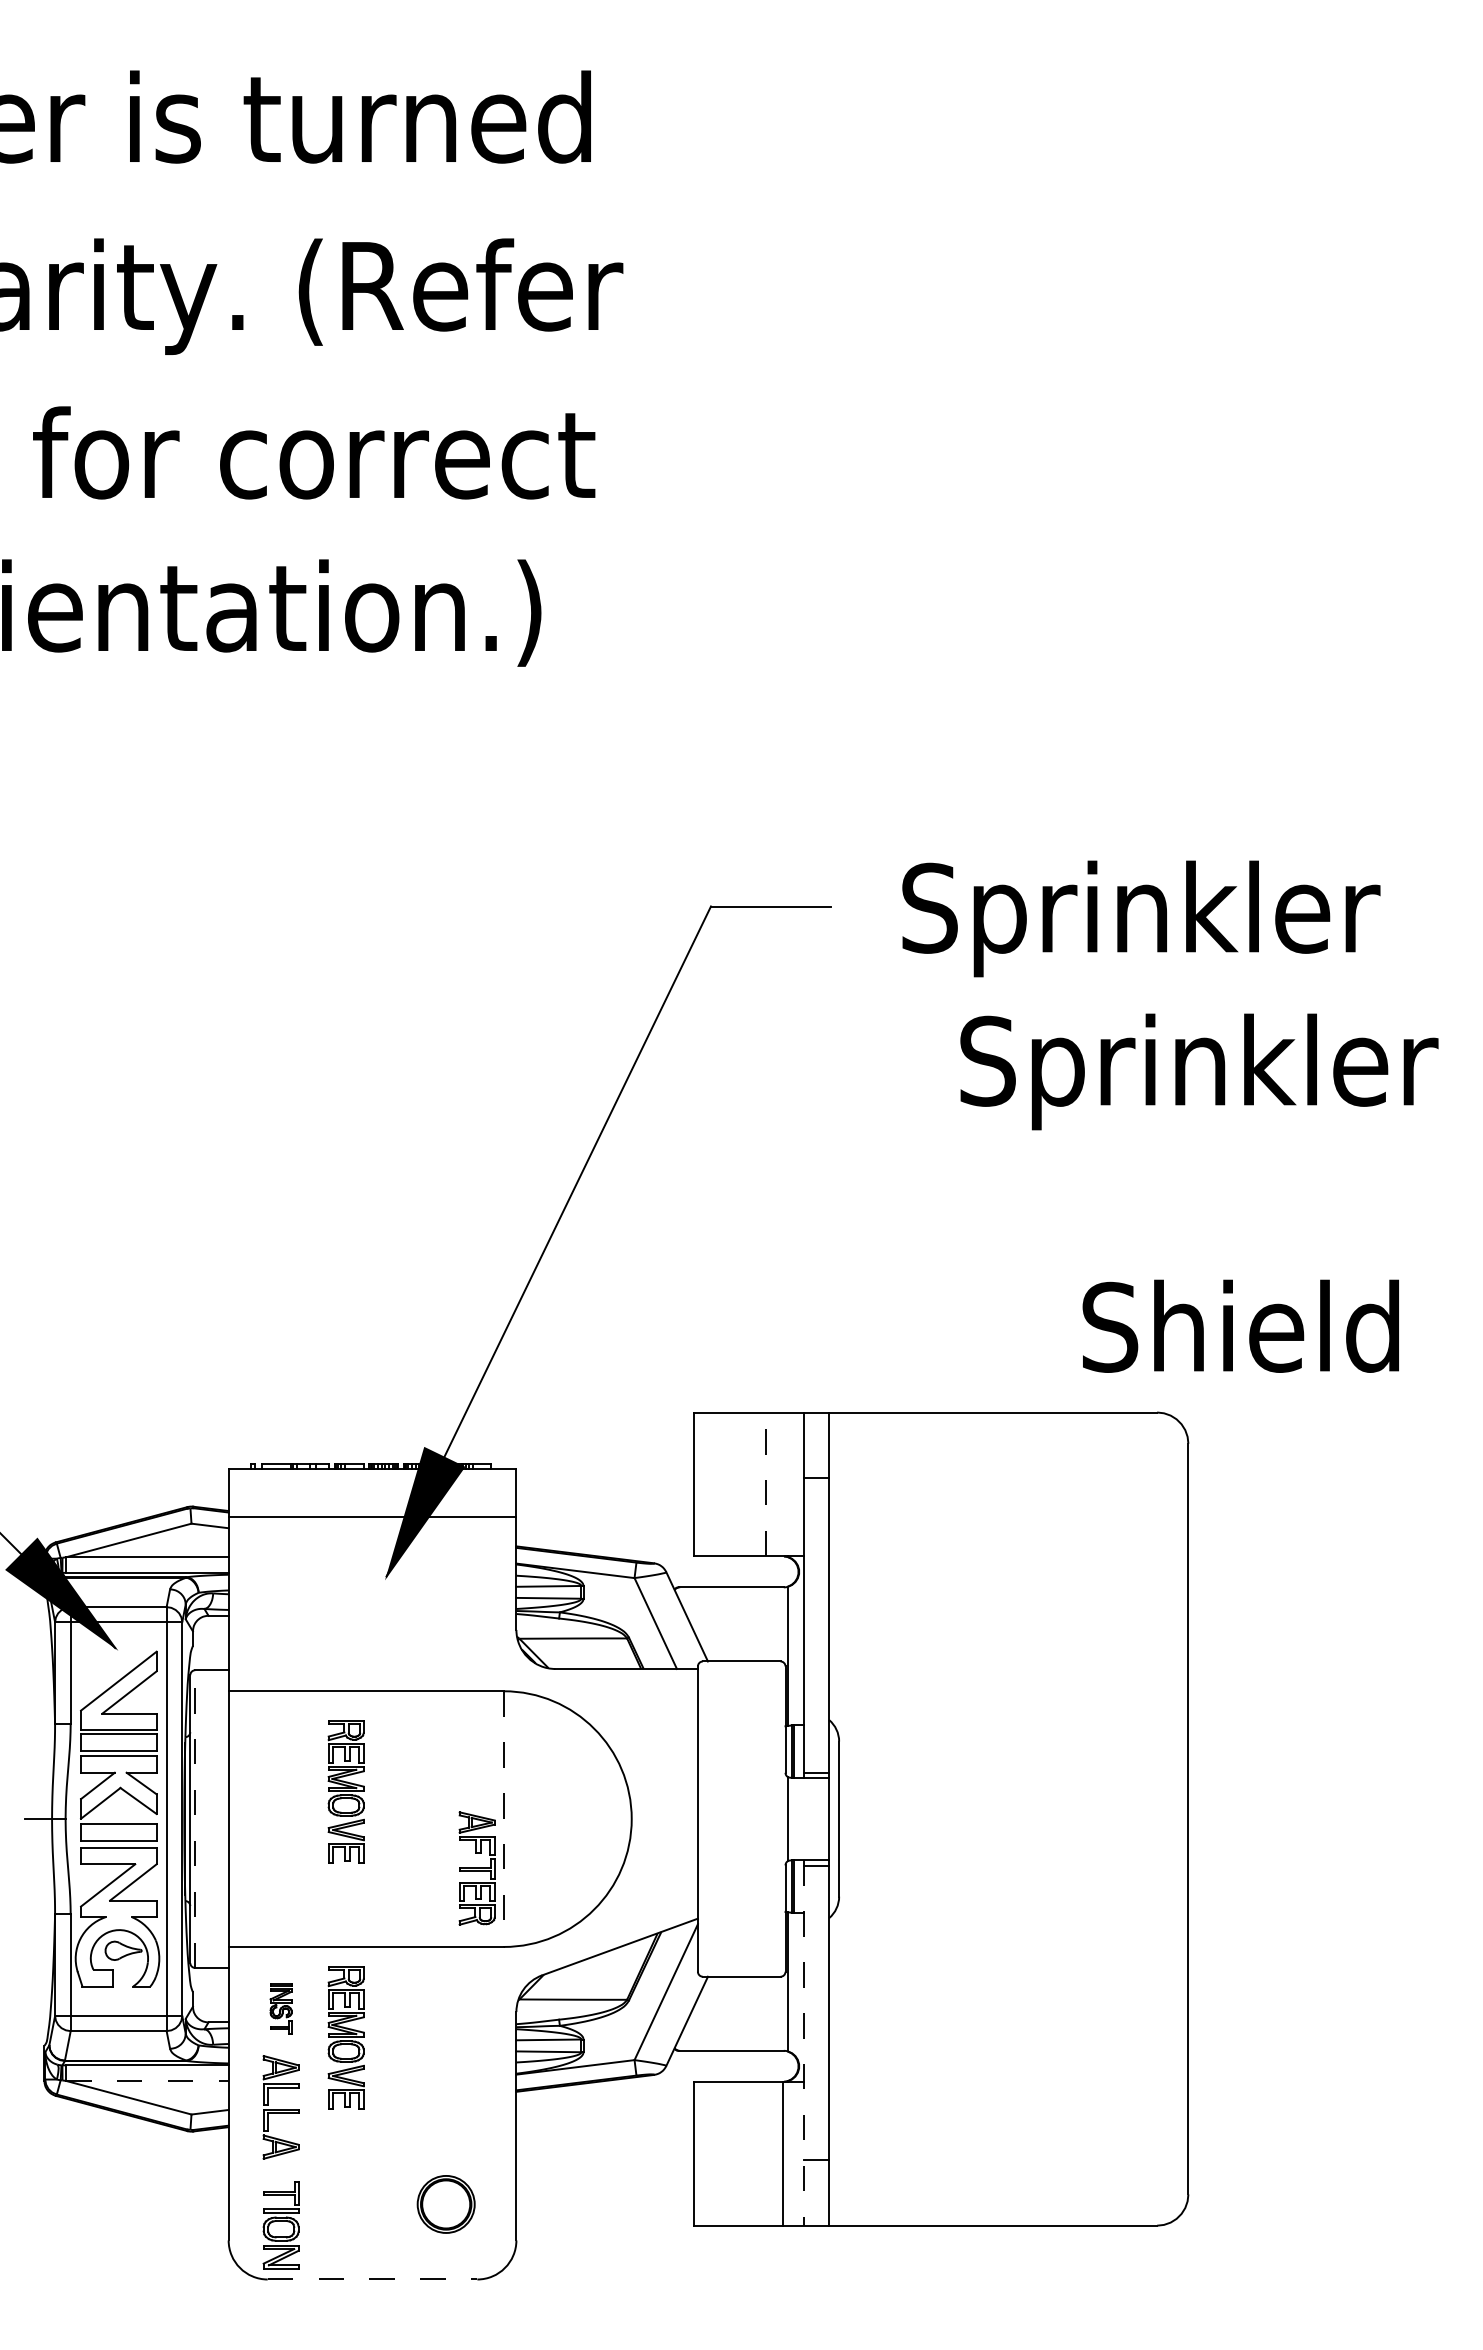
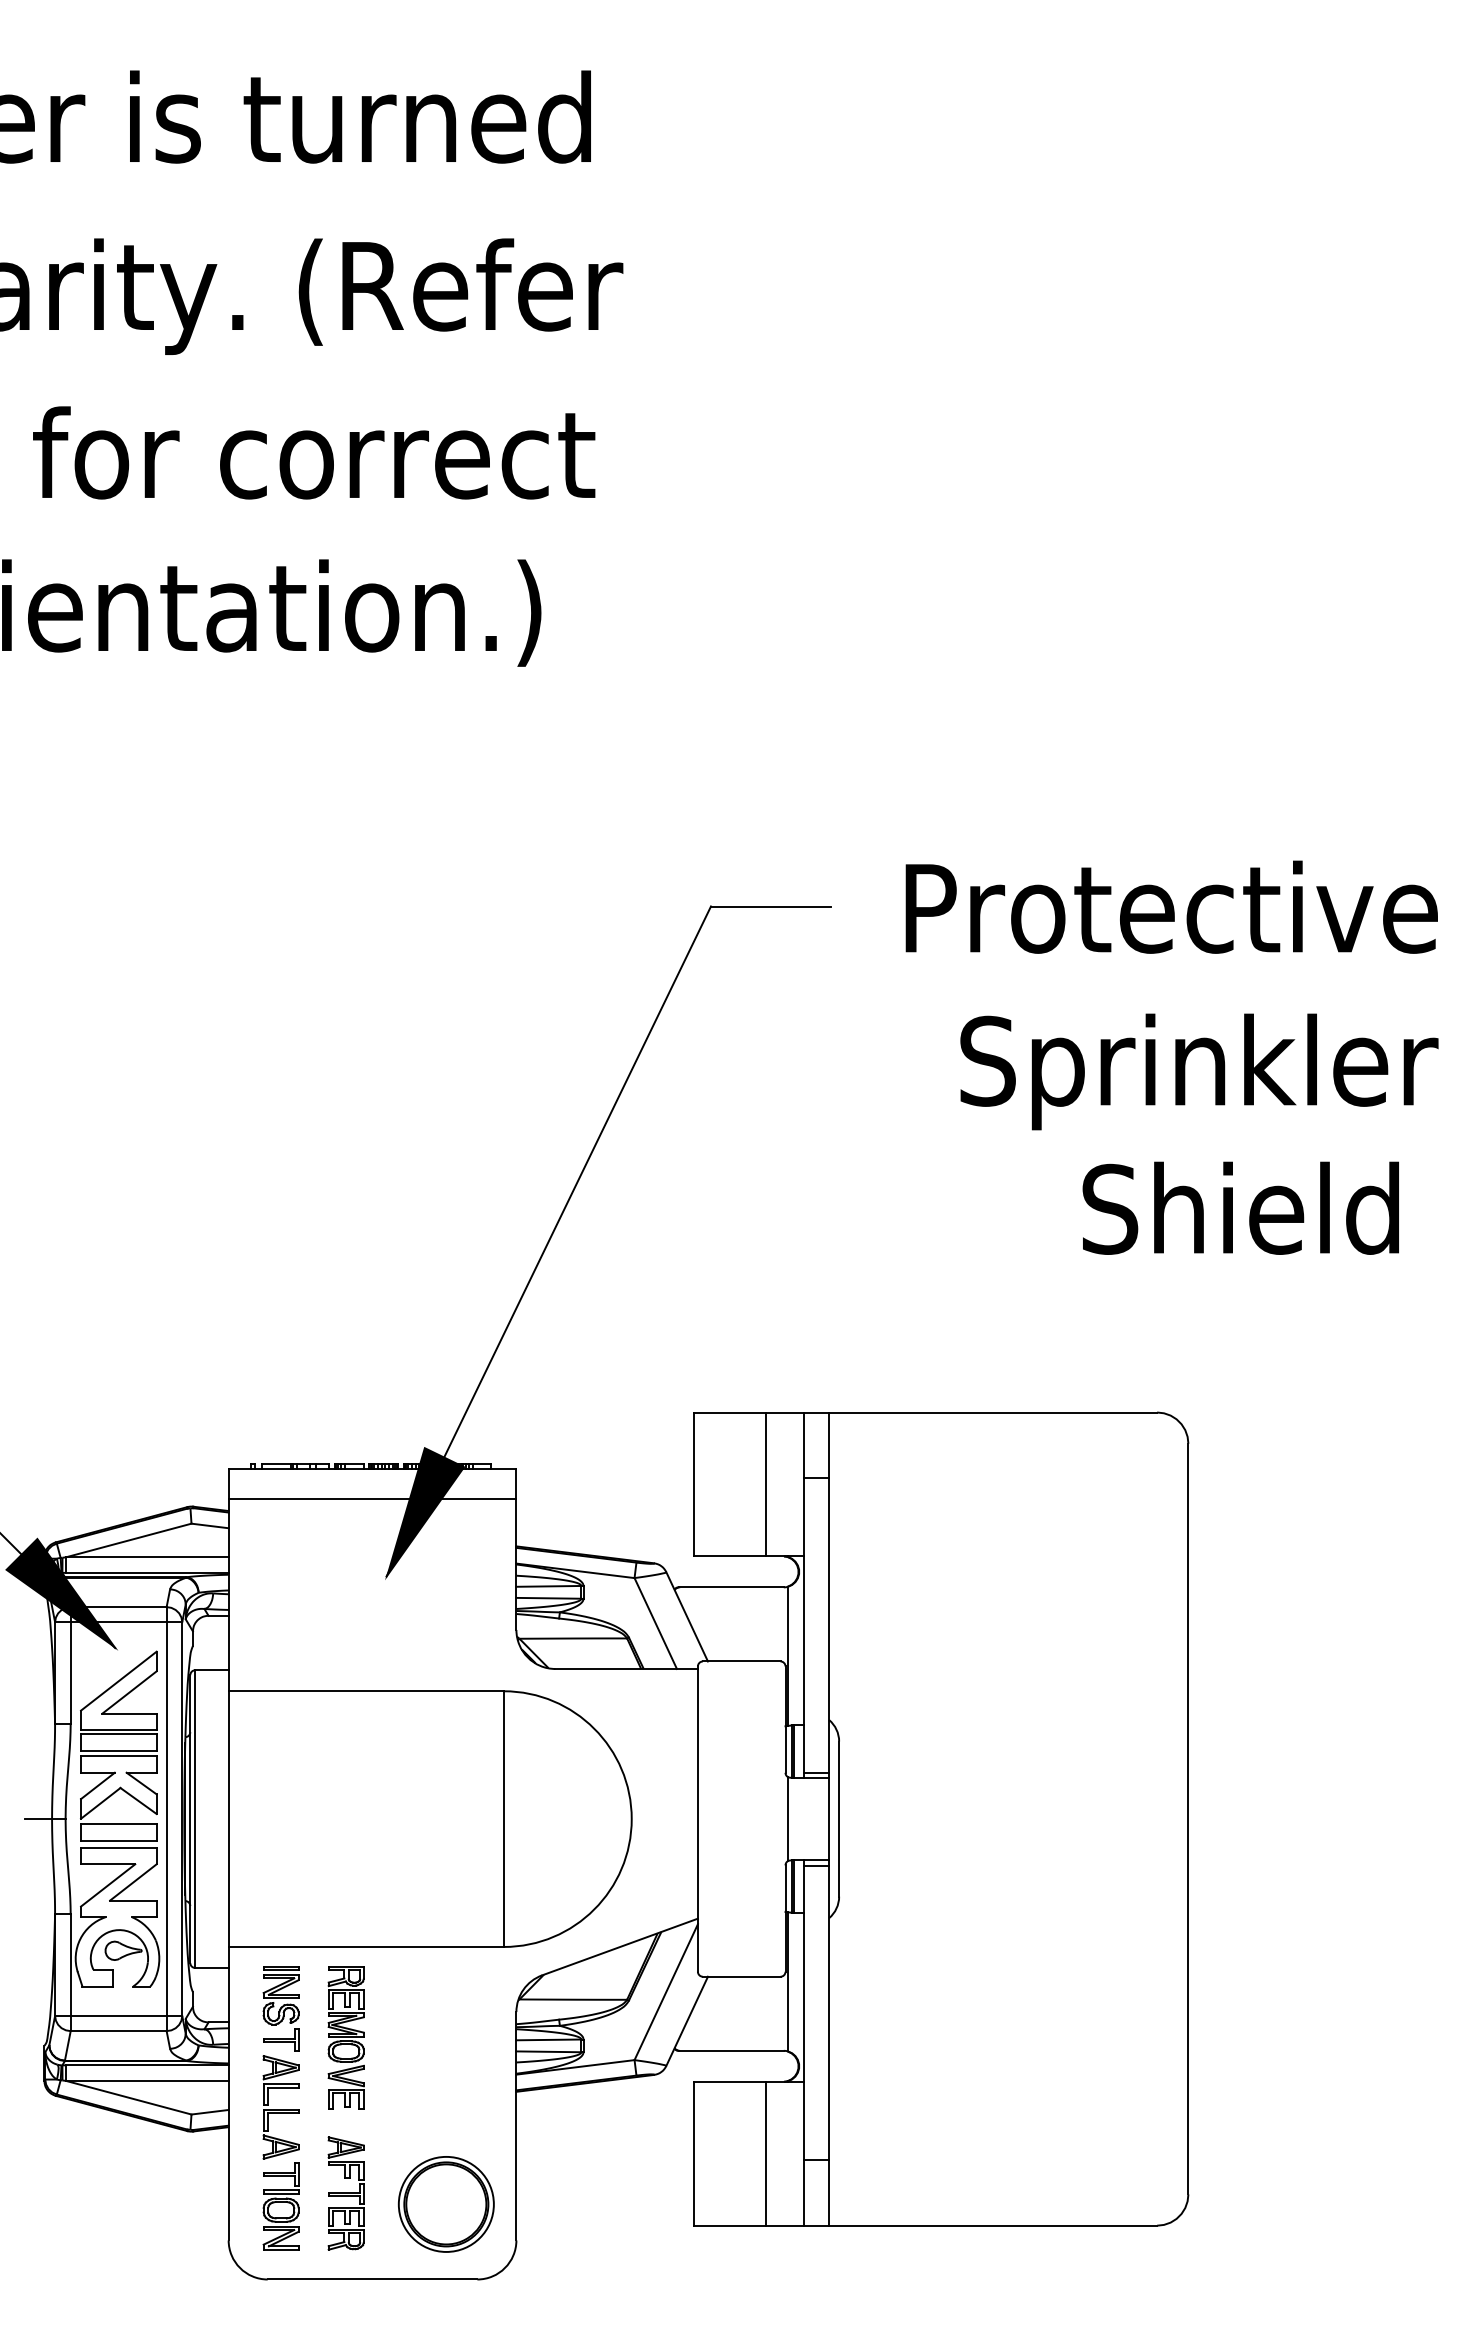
text at (1169, 918): Sprinkler -> Protective
text at (1240, 1325) position: (1240, 1325) -> (1240, 1207)
line at (766, 1484): dashed -> solid
line at (372, 1516) position: (372, 1516) -> (372, 1498)
part at (345, 1791): present -> none
line at (195, 1819): dashed -> solid
line at (503, 1819): dashed -> solid
part at (476, 1868) position: (476, 1868) -> (345, 2193)
part at (280, 2008) size: 24x52 px -> 38x86 px
line at (804, 2043): dashed -> solid
line at (147, 2080): dashed -> solid
line at (783, 2153) position: (783, 2153) -> (766, 2153)
part at (445, 2204) size: 60x59 px -> 98x97 px
part at (280, 2225) position: (280, 2225) -> (280, 2206)
line at (372, 2279): dashed -> solid
